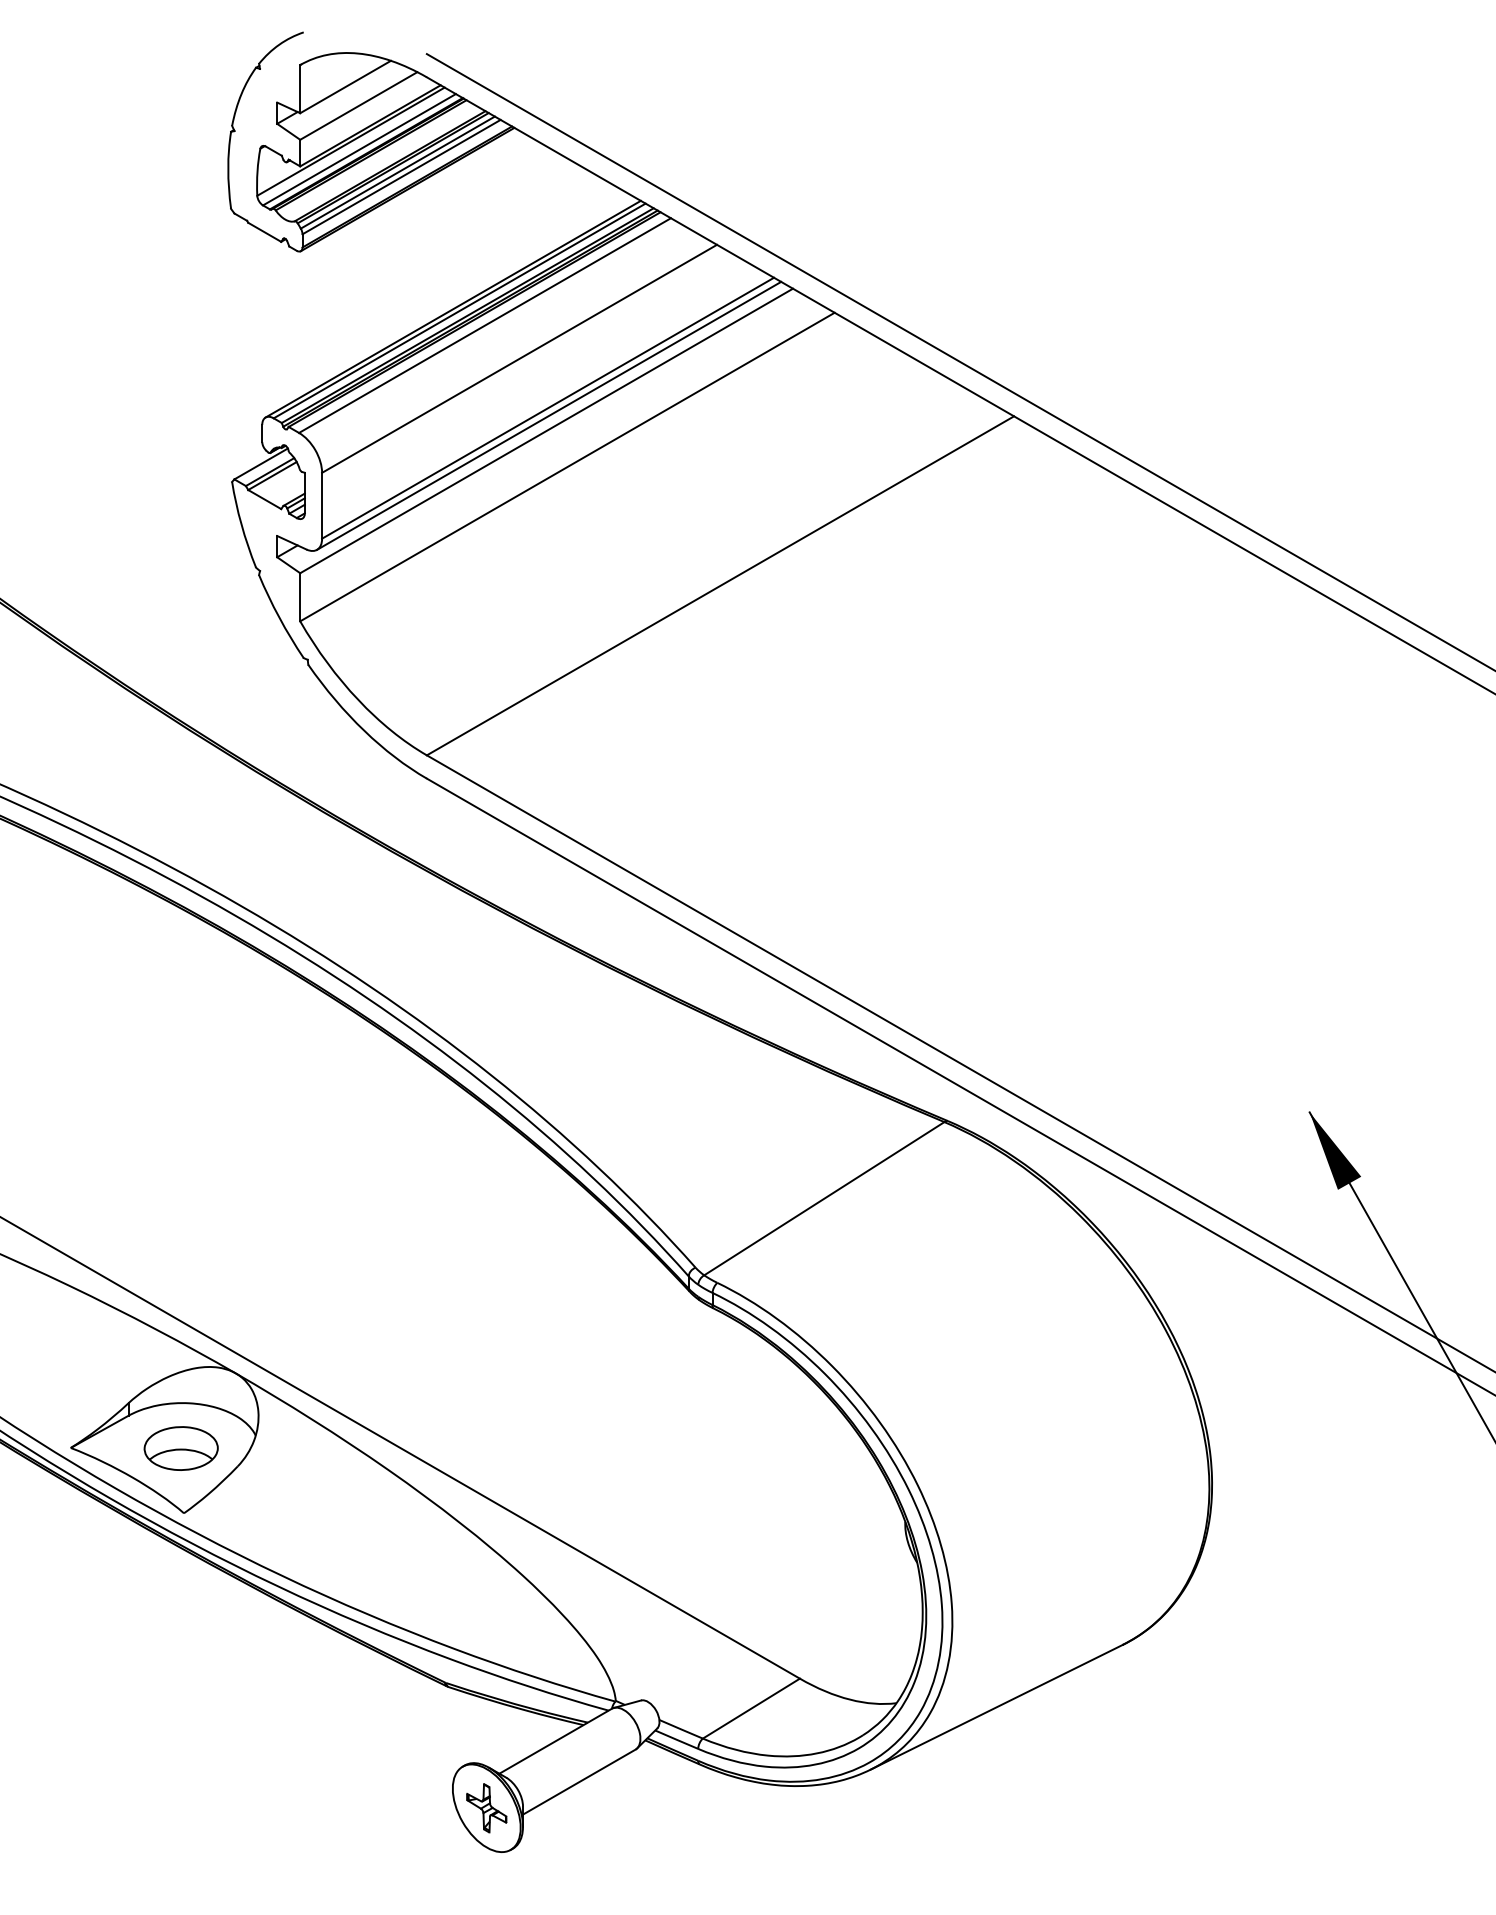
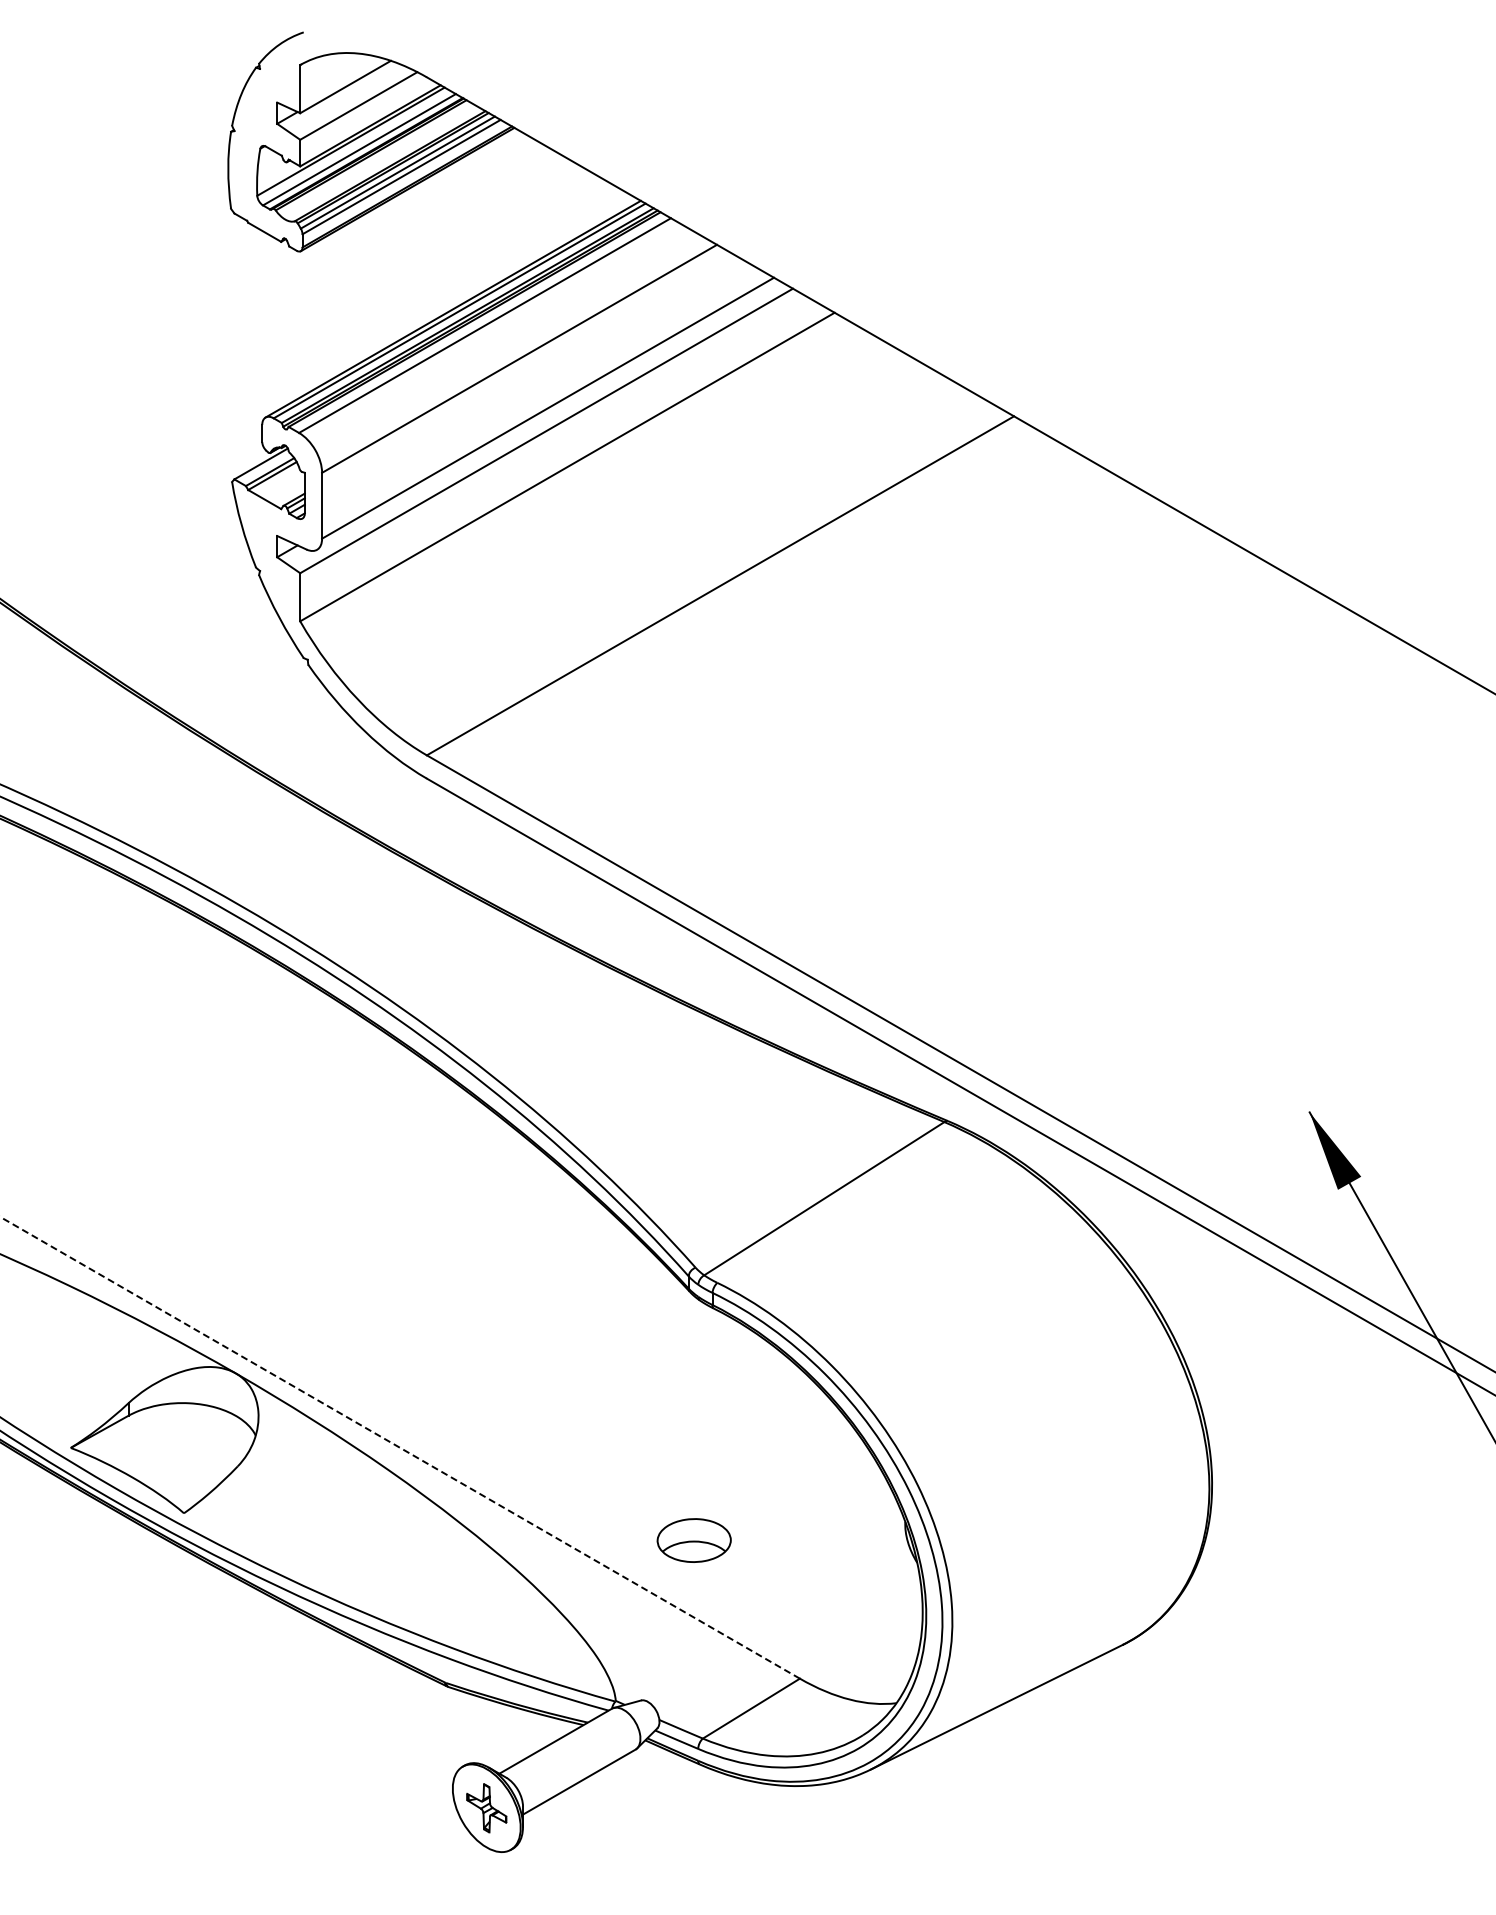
line at (959, 361): present -> none
line at (549, 415): present -> none
line at (399, 1447): solid -> dashed
part at (180, 1448) position: (180, 1448) -> (693, 1540)
